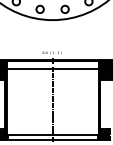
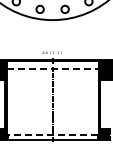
line at (52, 68): solid -> dashed
line at (52, 134): solid -> dashed
